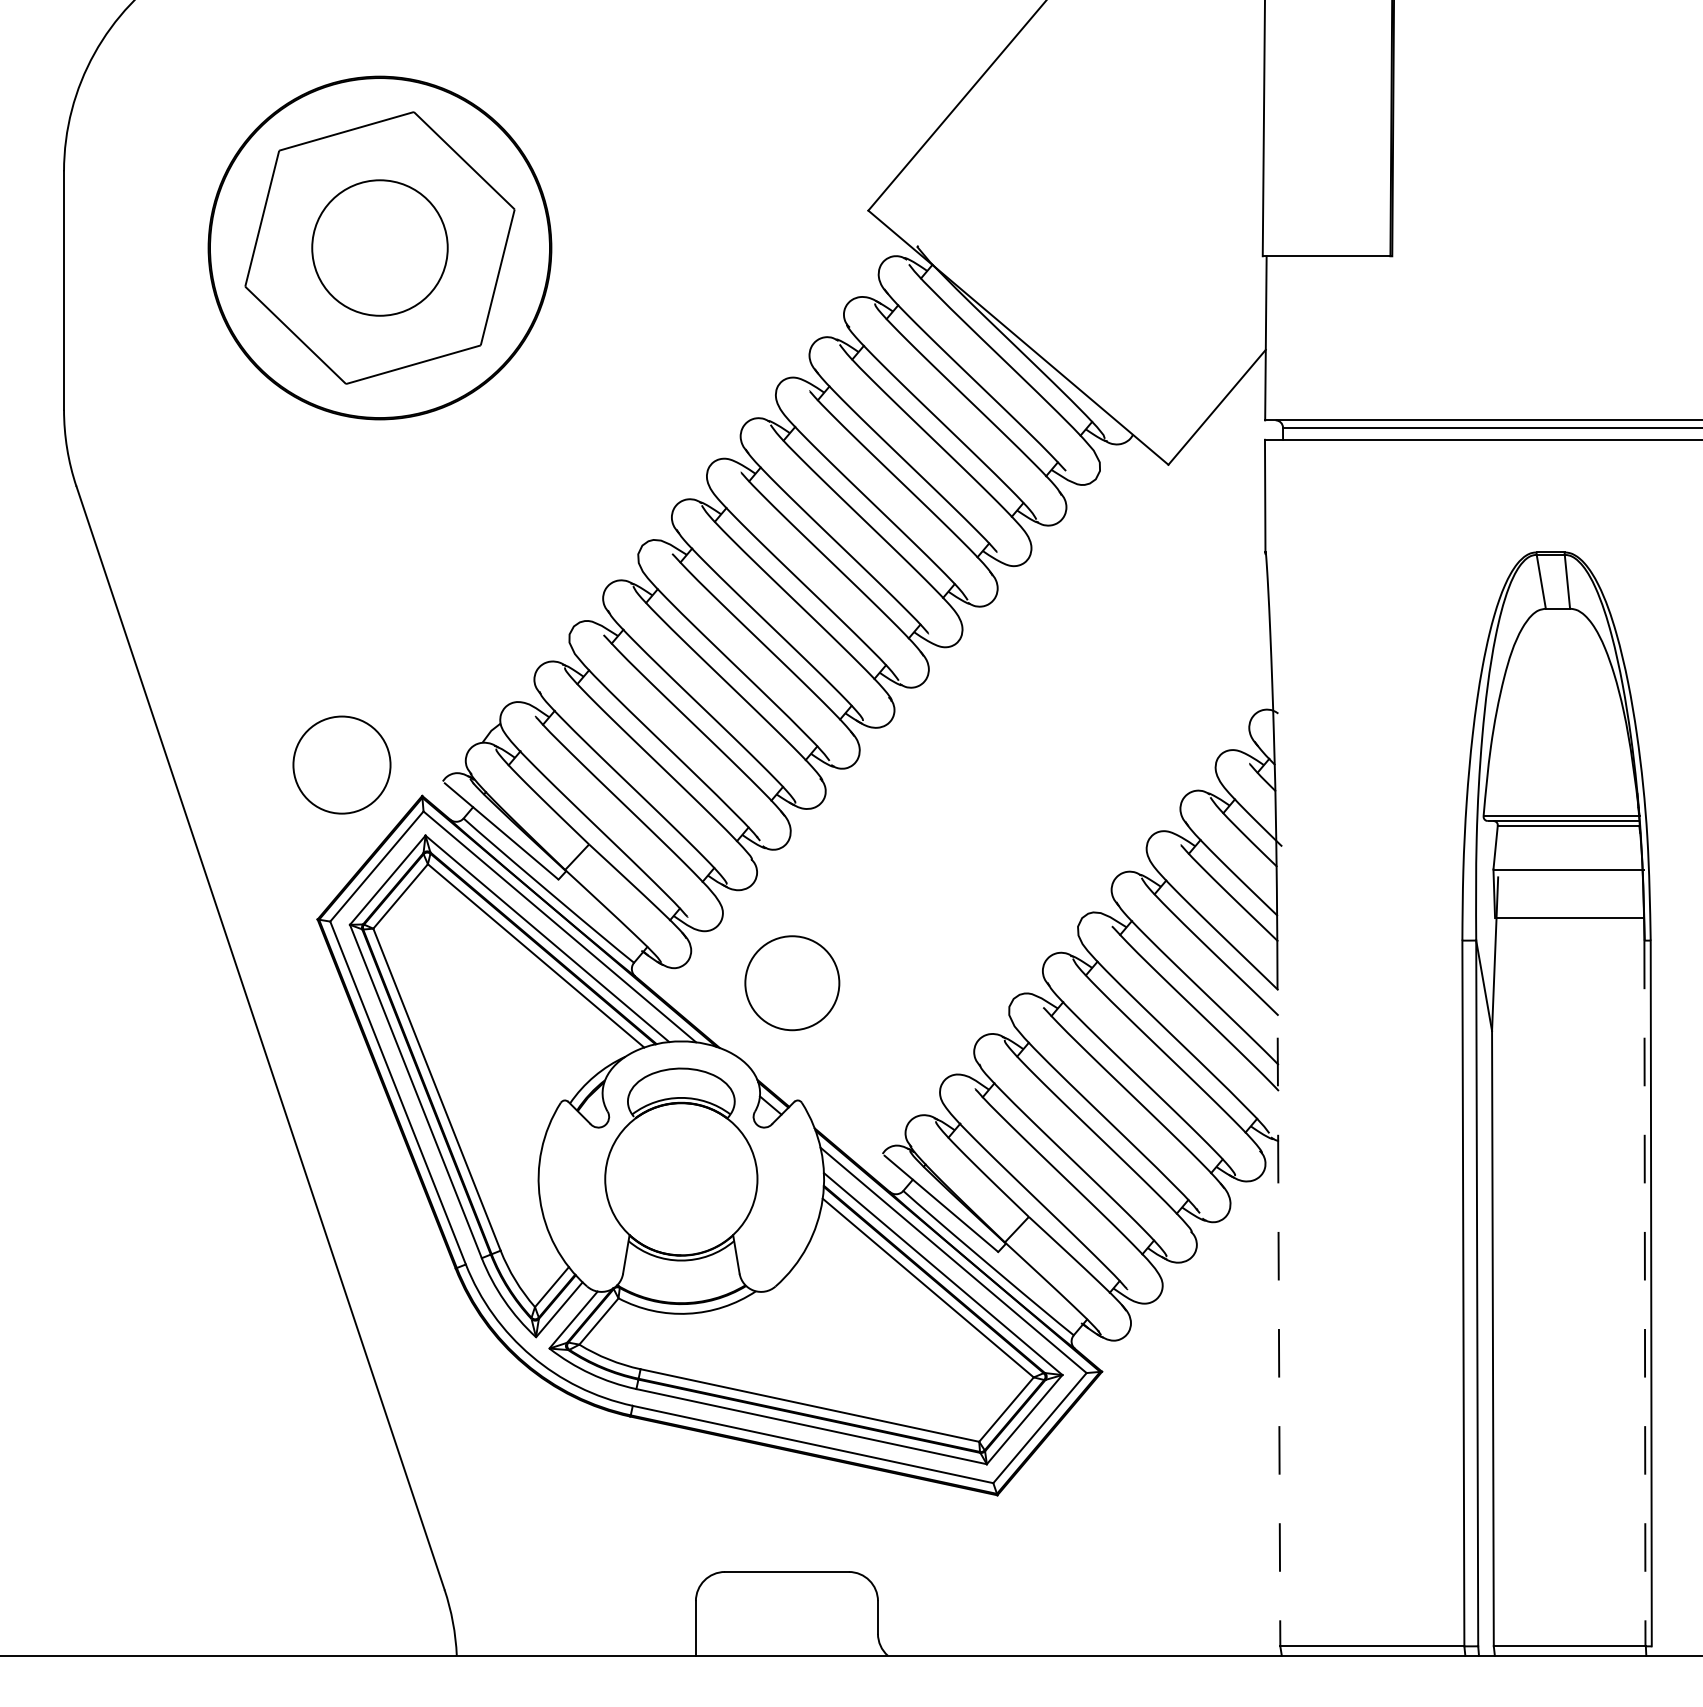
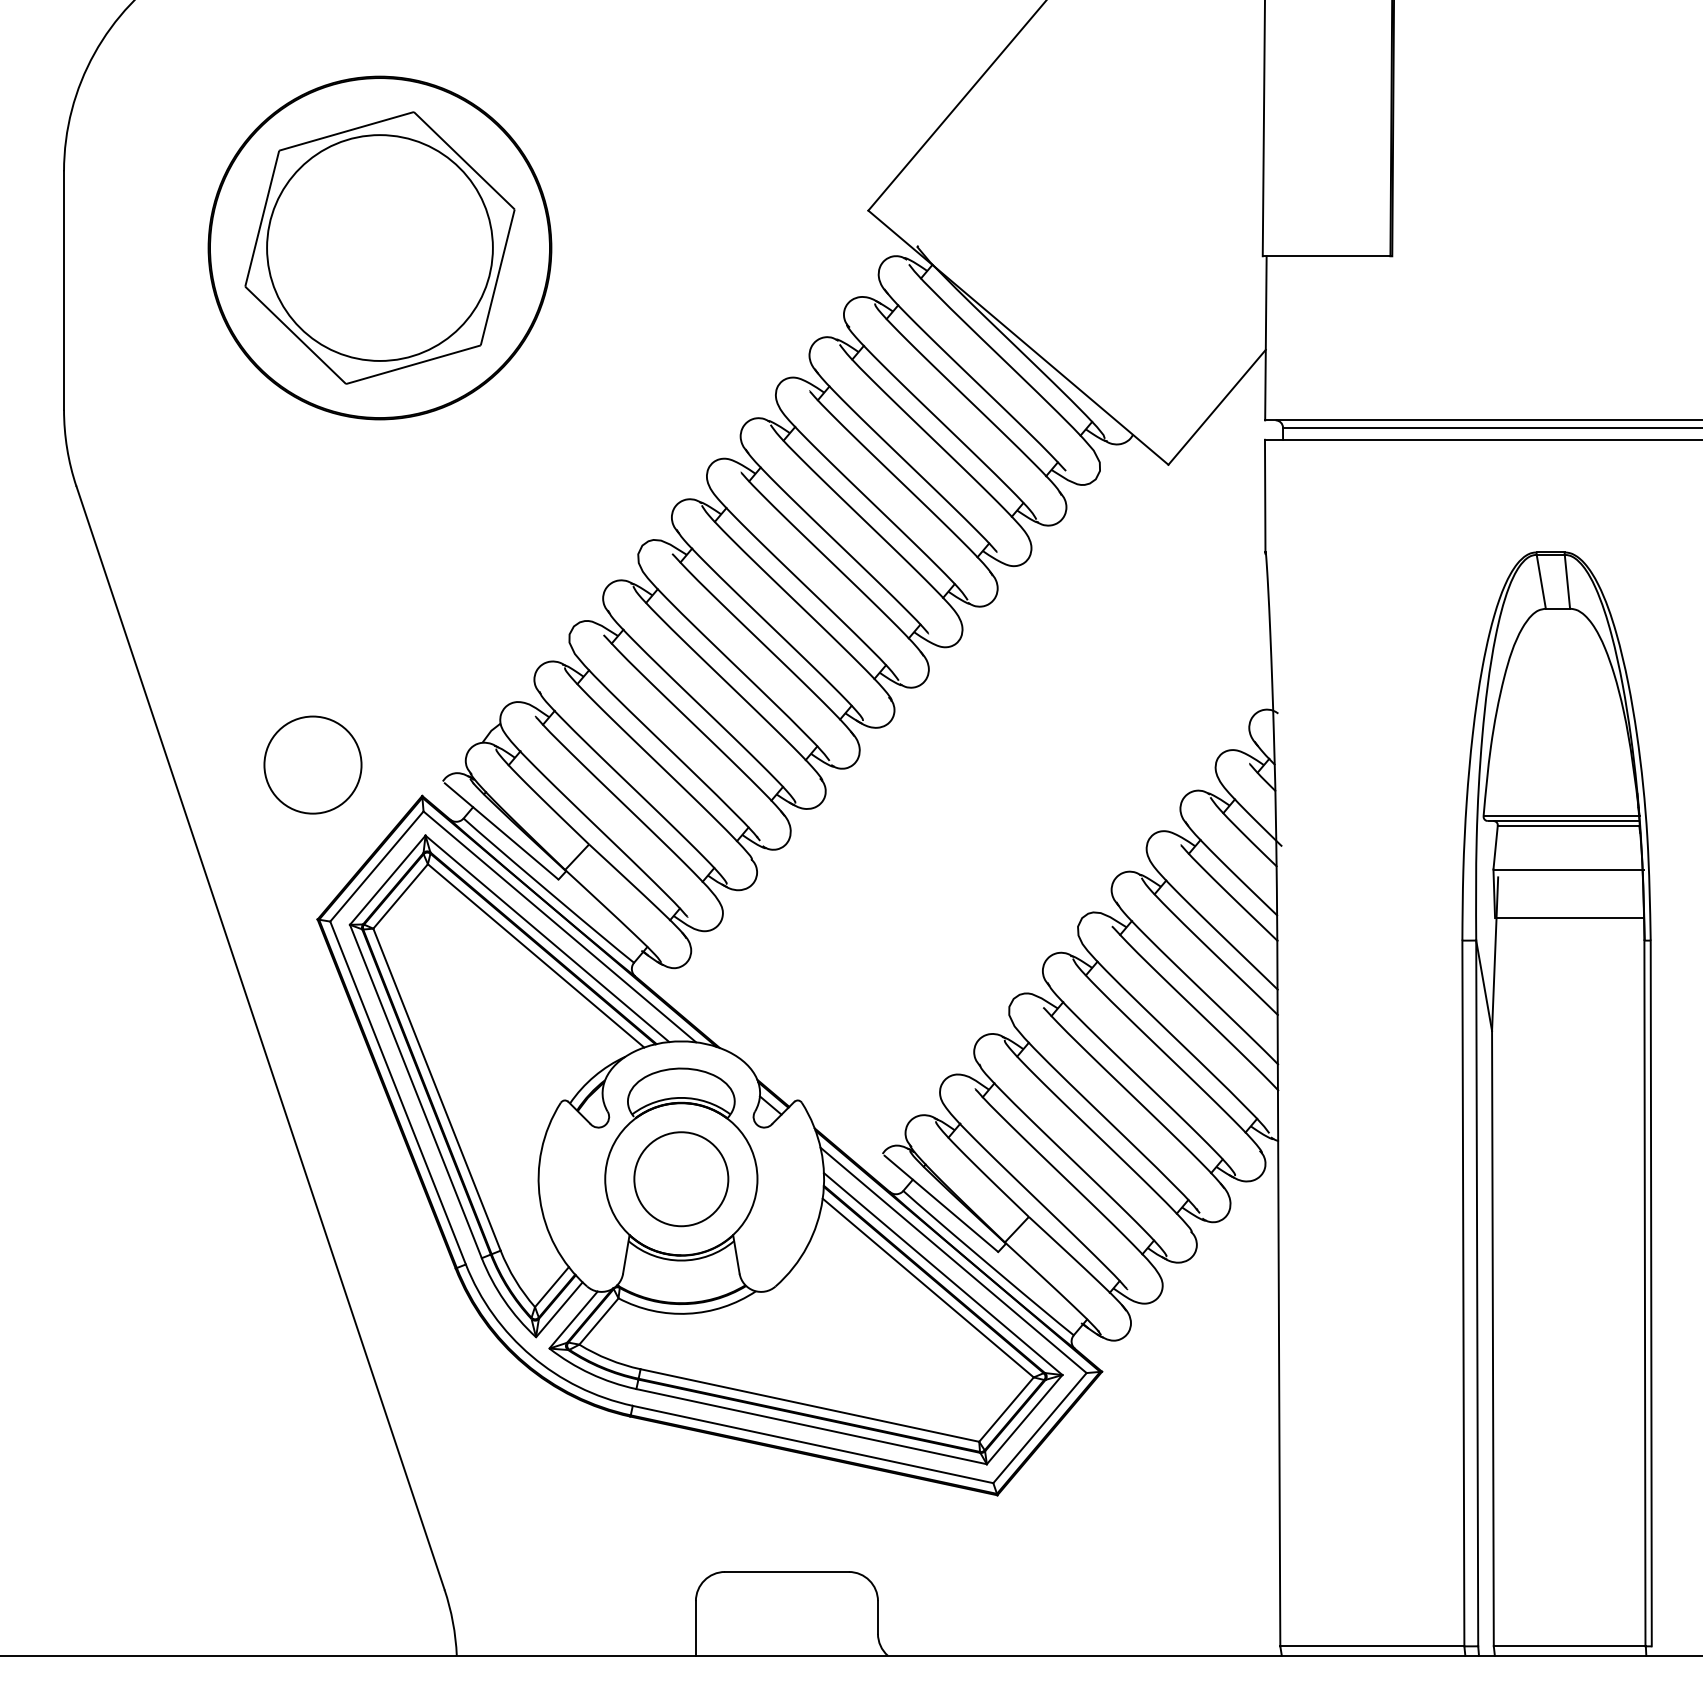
circle at (379, 247) diameter: 136 px -> 226 px
circle at (341, 764) position: (341, 764) -> (312, 764)
circle at (792, 983) position: (792, 983) -> (681, 1179)
line at (1278, 1293): dashed -> solid
line at (1644, 1293): dashed -> solid
